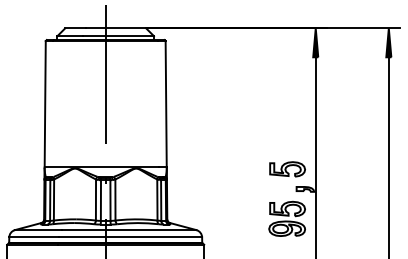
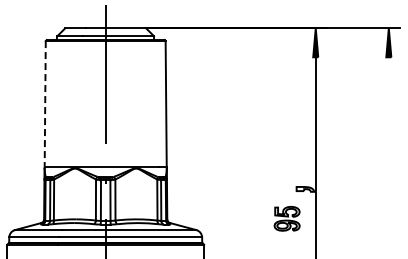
line at (45, 103): solid -> dashed
line at (388, 156): present -> none
part at (287, 169): present -> none
part at (286, 218) size: 38x37 px -> 28x27 px
